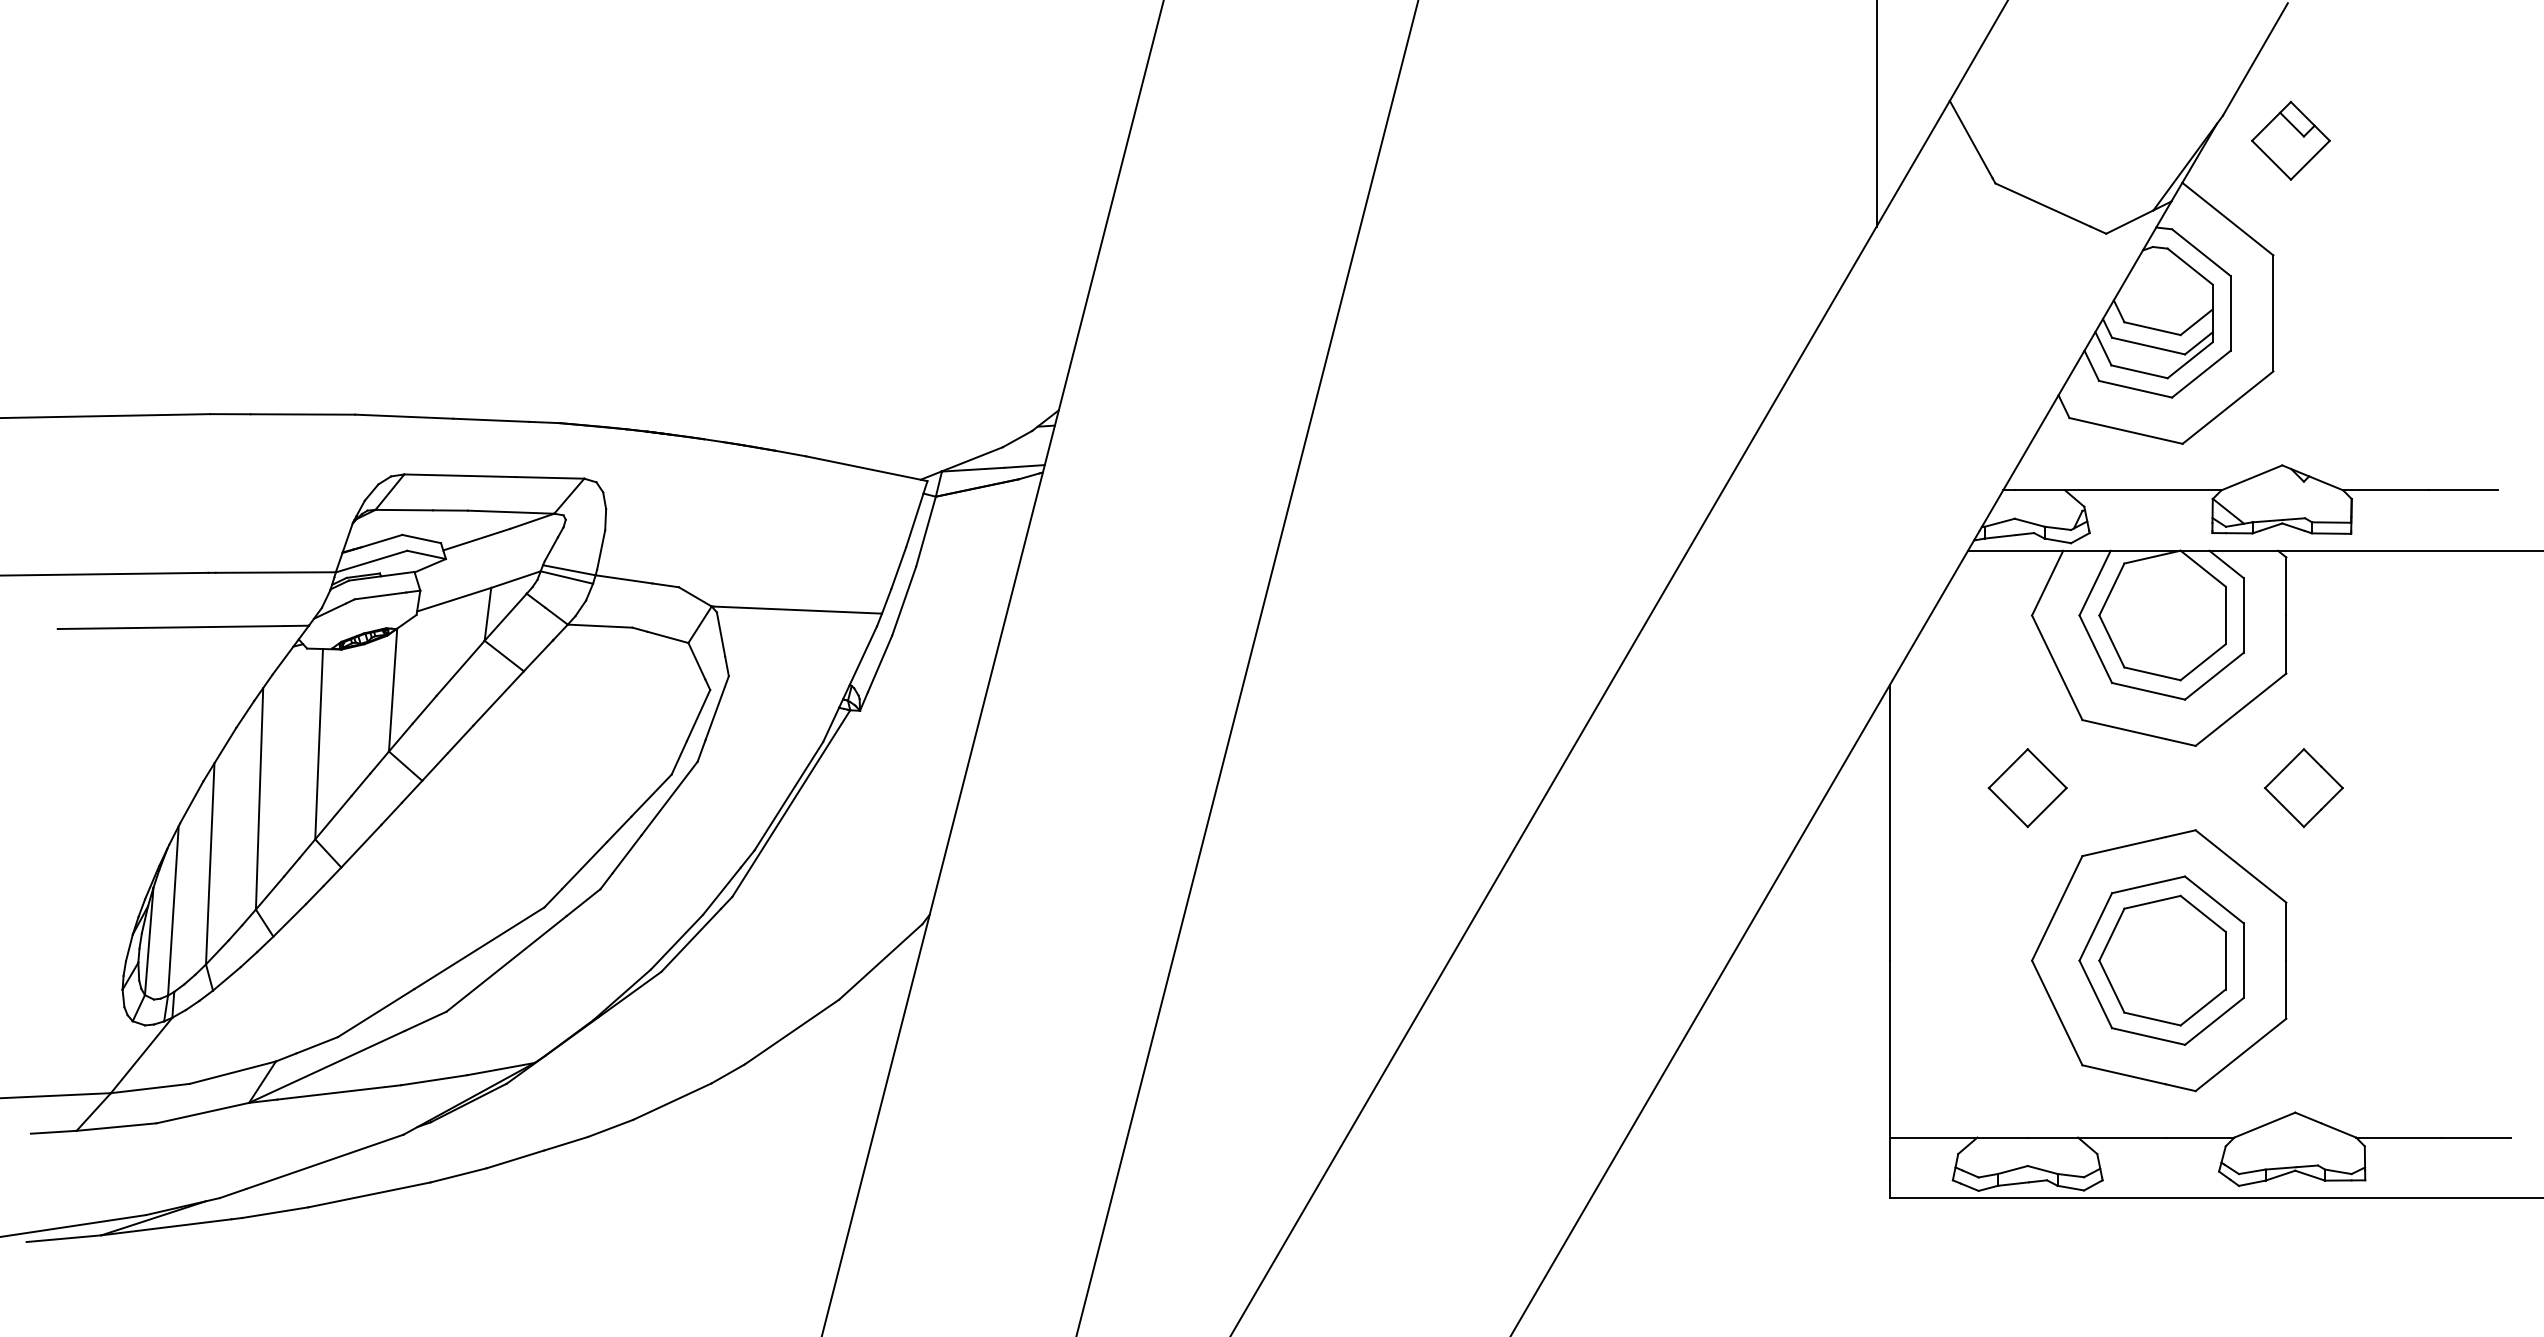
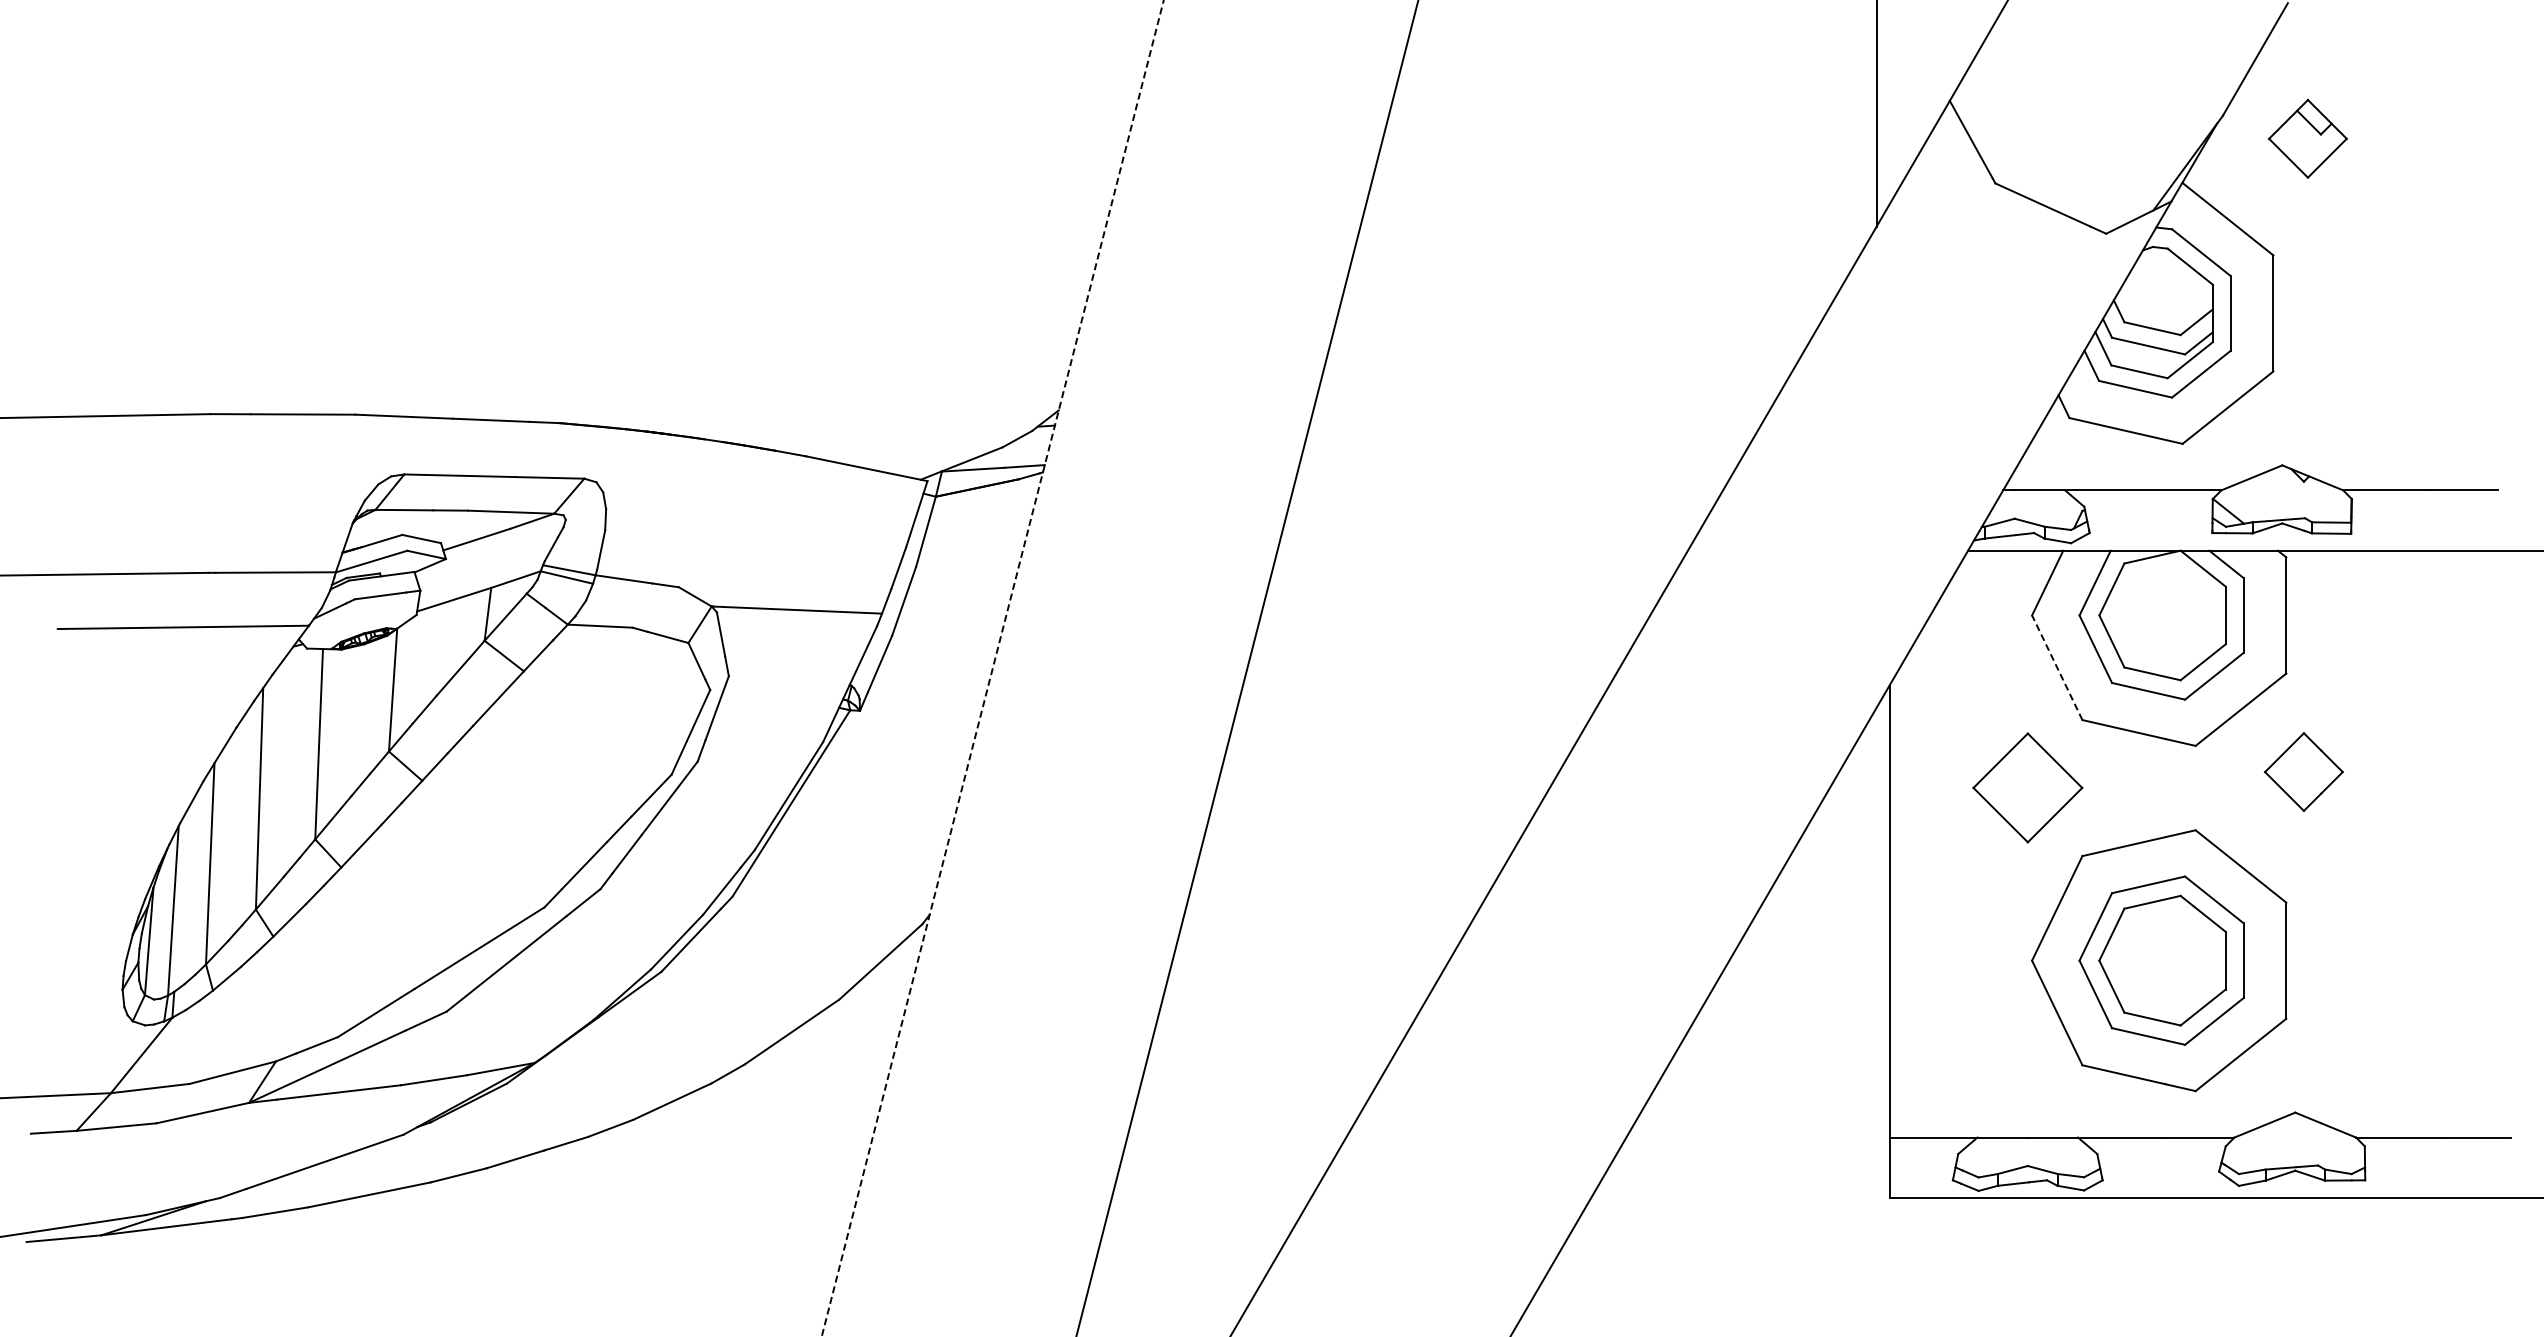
part at (2290, 140) position: (2290, 140) -> (2307, 138)
line at (2057, 667): solid -> dashed
line at (992, 668): solid -> dashed
part at (2303, 787) position: (2303, 787) -> (2303, 771)
part at (2027, 788) size: 81x81 px -> 112x112 px
